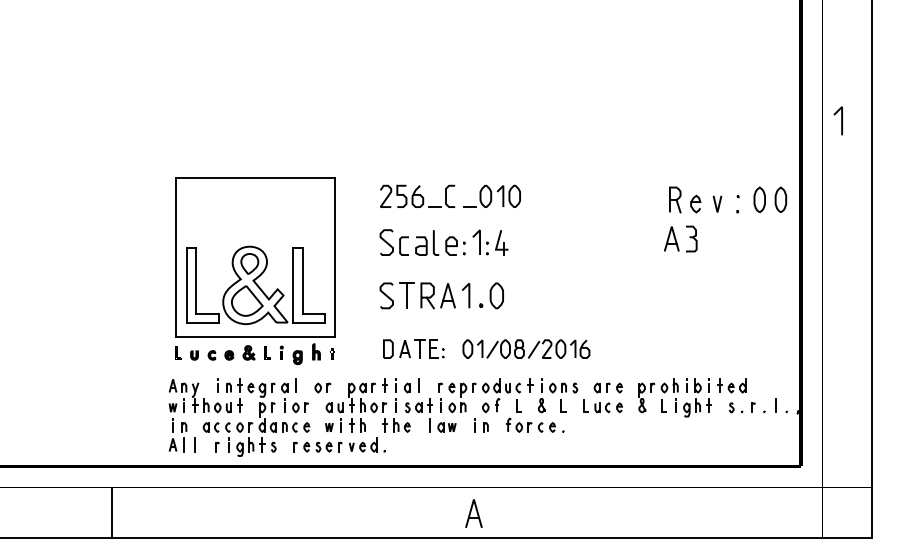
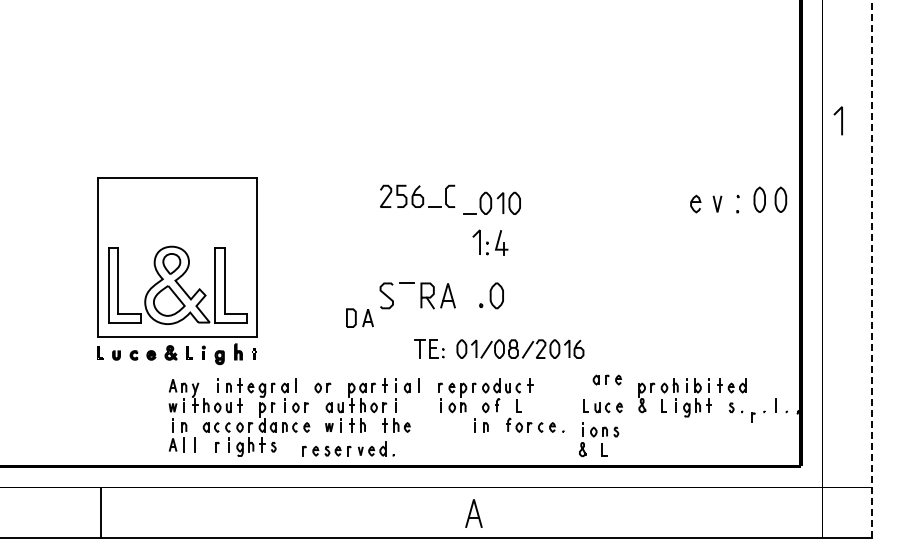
part at (491, 195) position: (491, 195) -> (491, 202)
part at (675, 199): present -> none
part at (680, 238): present -> none
part at (422, 242): present -> none
line at (872, 268): solid -> dashed
part at (255, 271) position: (255, 271) -> (177, 271)
line at (407, 295): present -> none
line at (468, 295): present -> none
part at (396, 348) position: (396, 348) -> (359, 317)
part at (526, 348) position: (526, 348) -> (520, 348)
part at (607, 387) position: (607, 387) -> (606, 379)
part at (558, 395) position: (558, 395) -> (599, 439)
part at (753, 407) position: (753, 407) -> (753, 417)
part at (430, 415): present -> none
part at (339, 444) position: (339, 444) -> (348, 448)
line at (112, 512) position: (112, 512) -> (101, 512)
